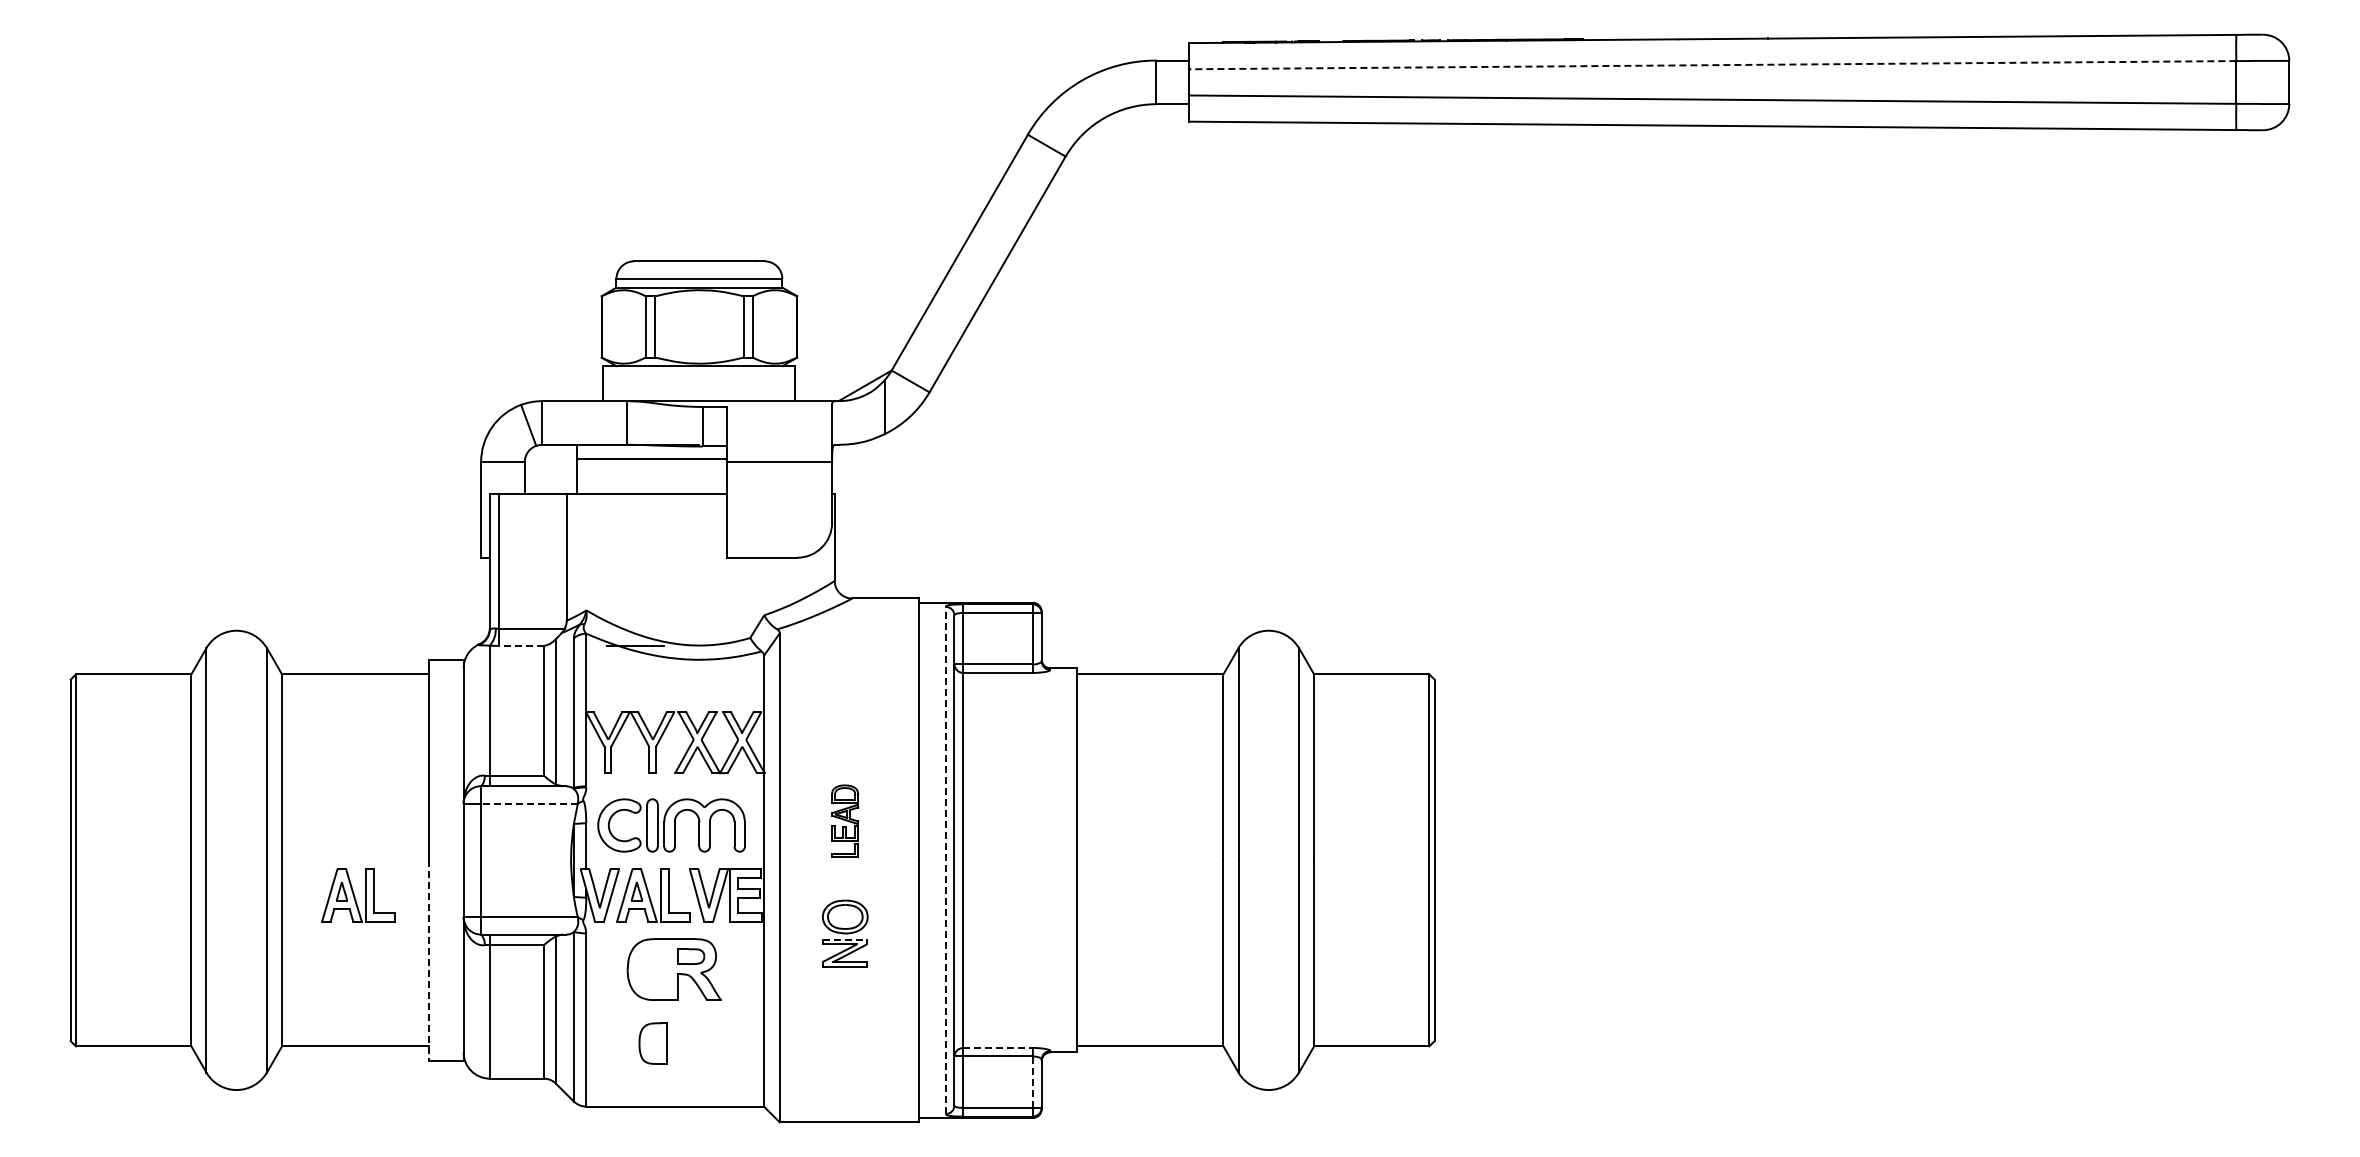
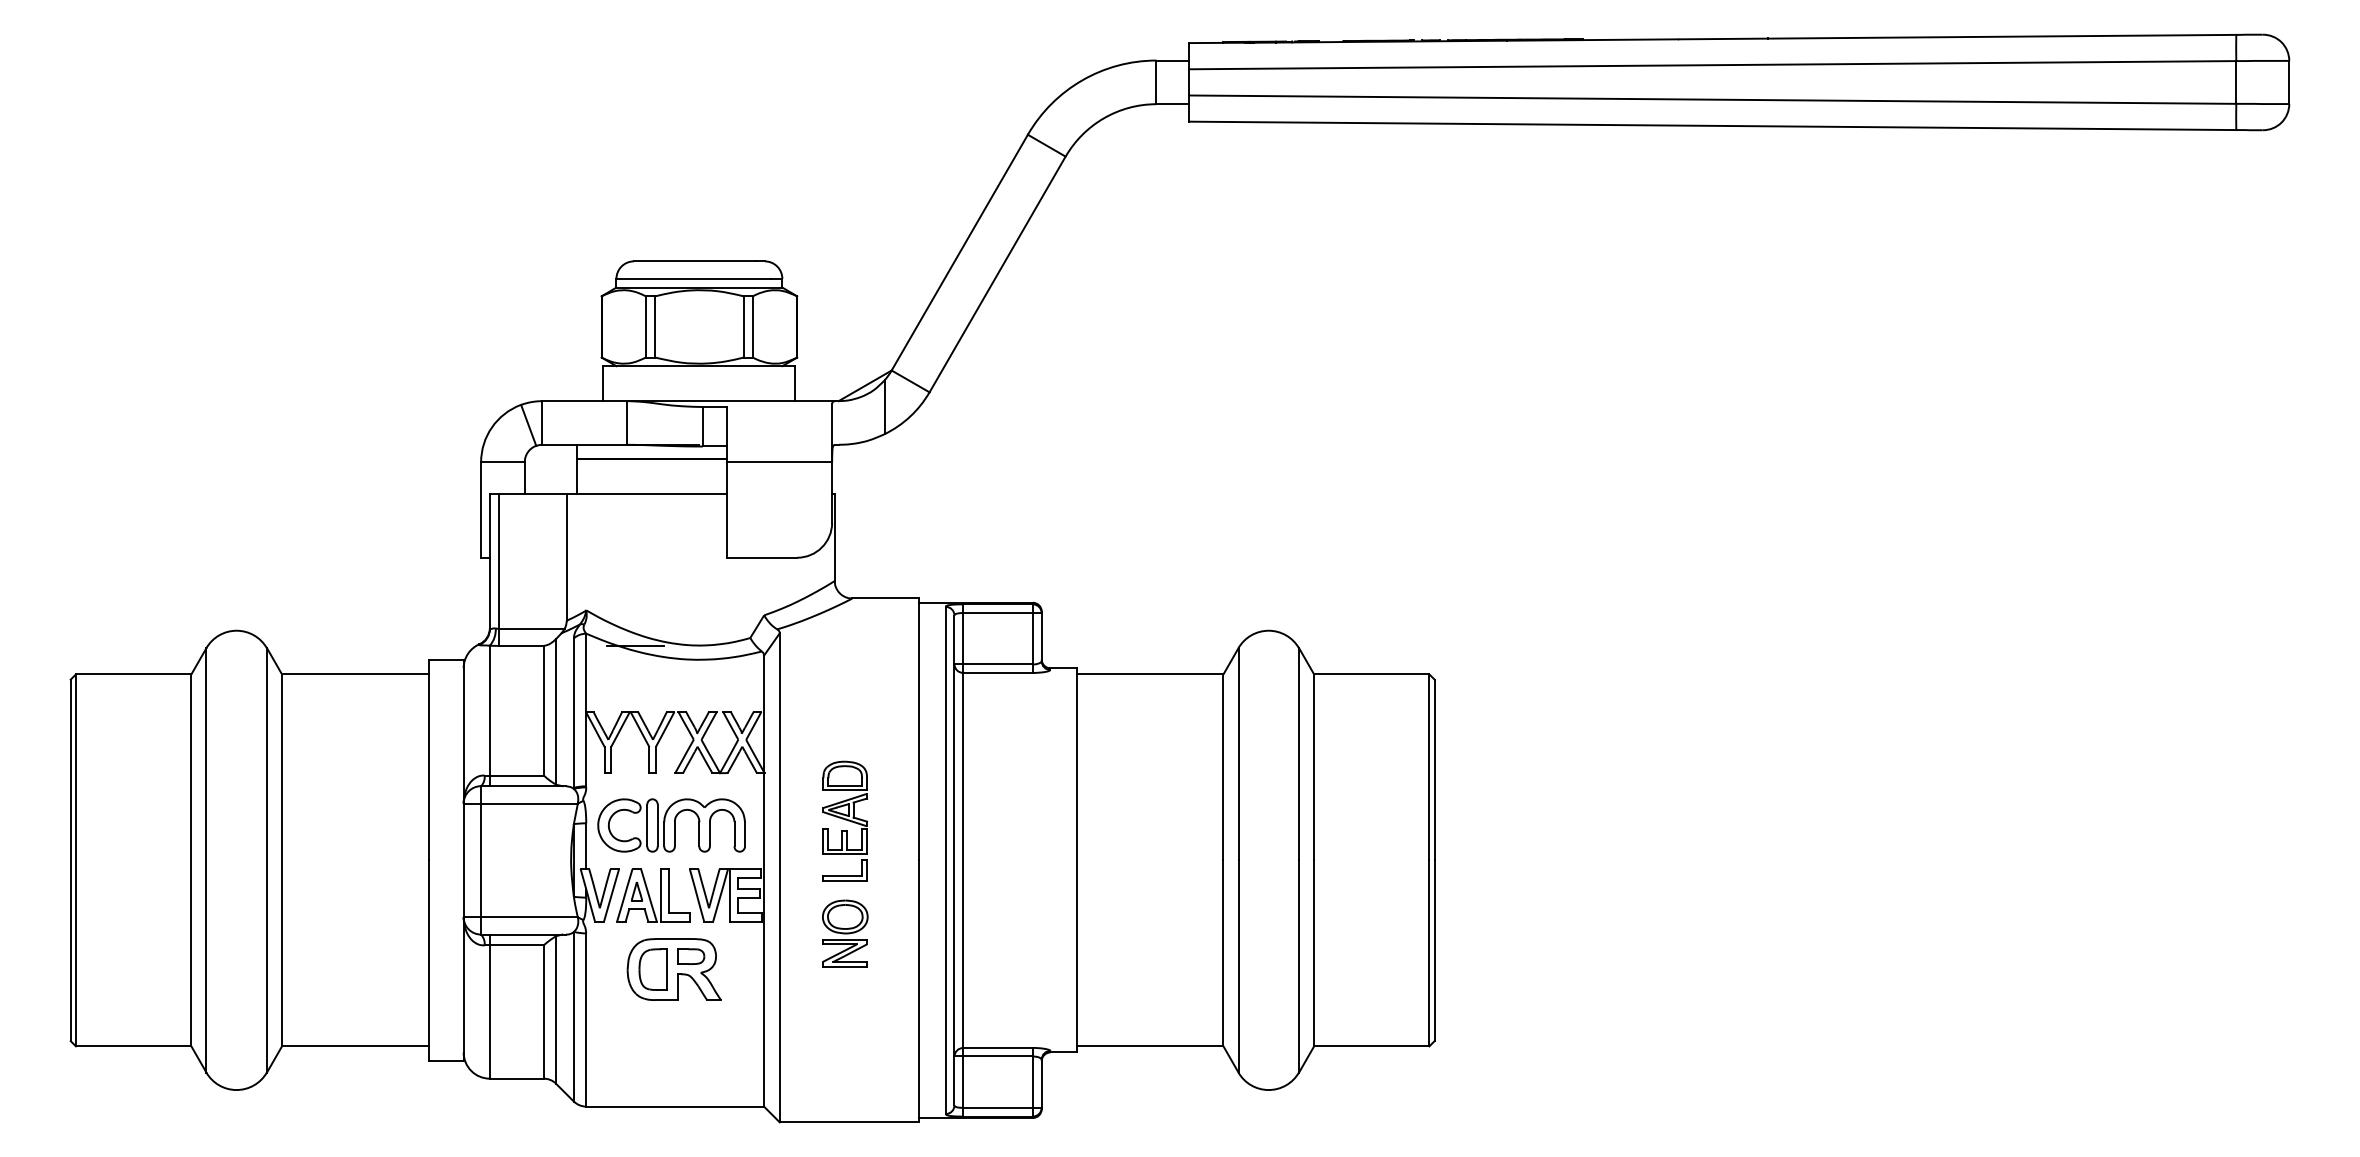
line at (1712, 65): dashed -> solid
line at (521, 645): dashed -> solid
line at (529, 803): dashed -> solid
part at (845, 820) size: 29x74 px -> 46x122 px
line at (945, 860): dashed -> solid
part at (358, 895): present -> none
line at (845, 939): dashed -> solid
line at (428, 961): dashed -> solid
part at (652, 1043) position: (652, 1043) -> (652, 969)
line at (998, 1047): dashed -> solid
line at (1032, 1082): dashed -> solid
